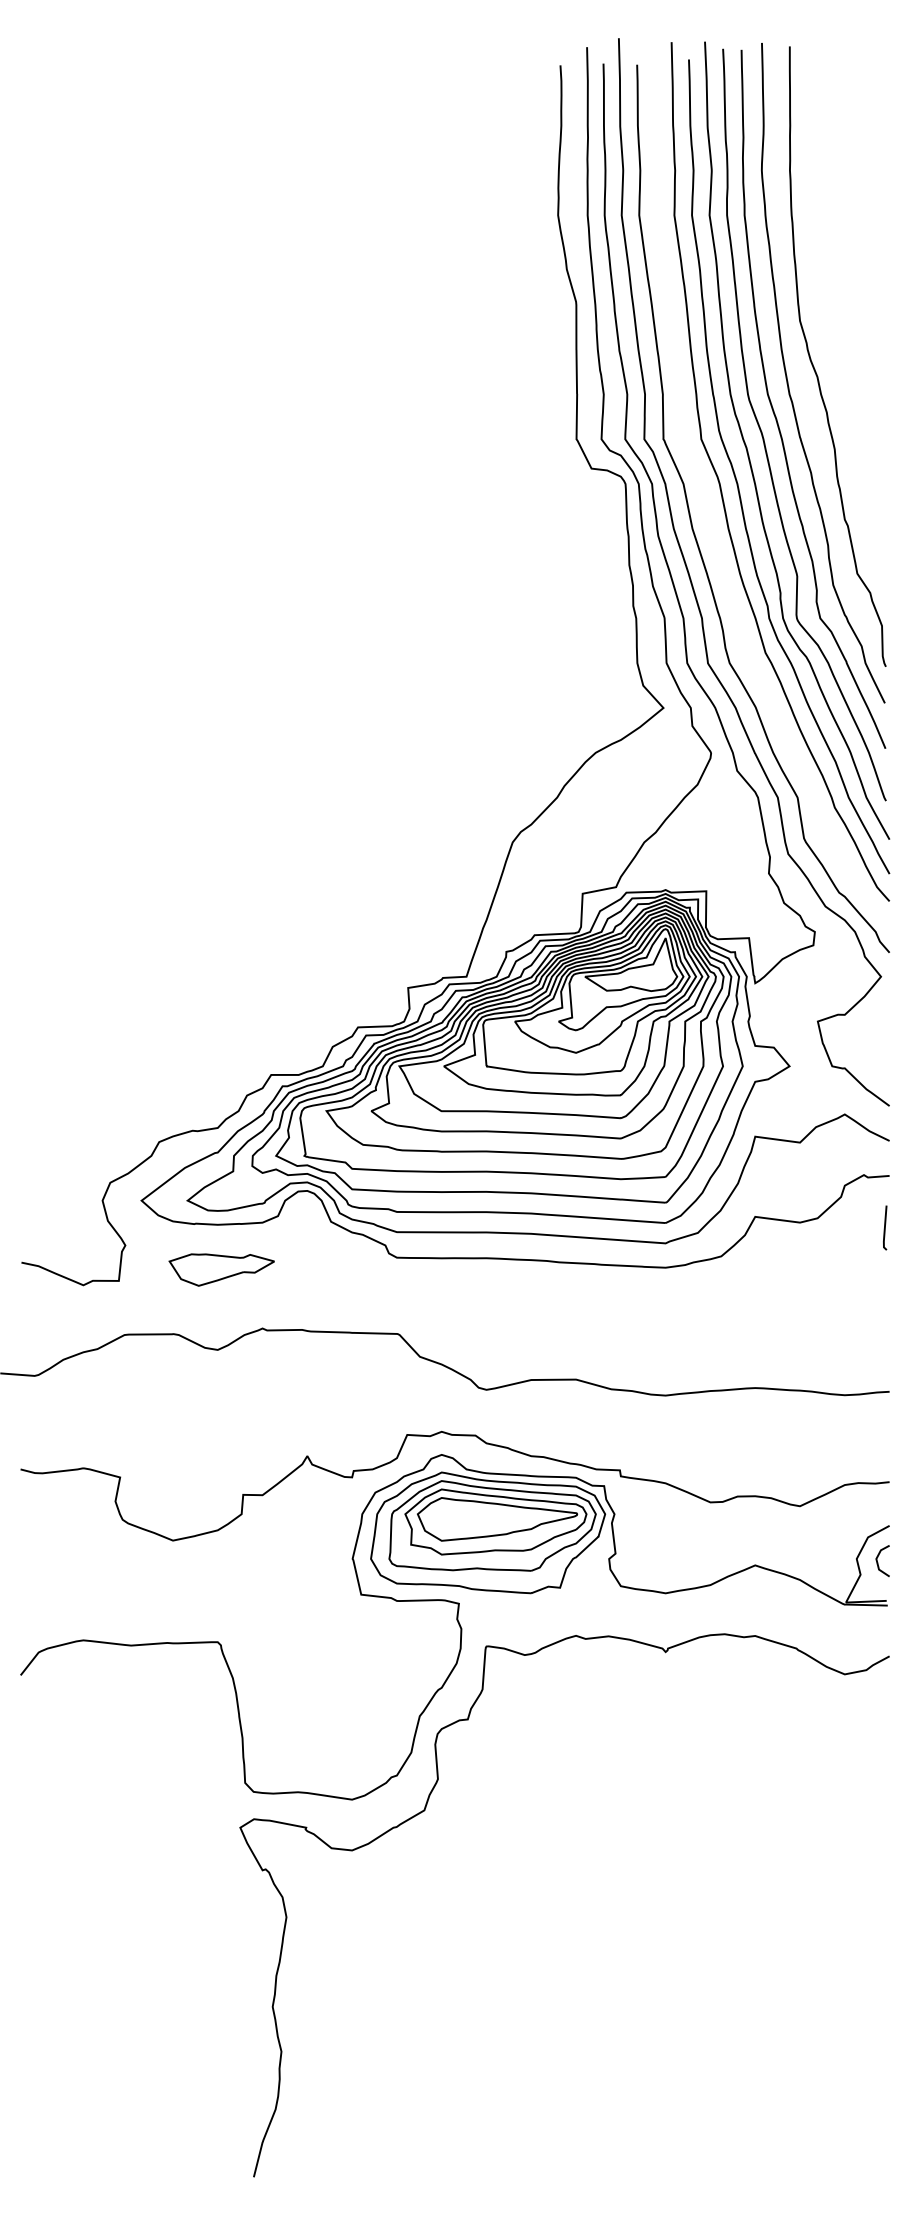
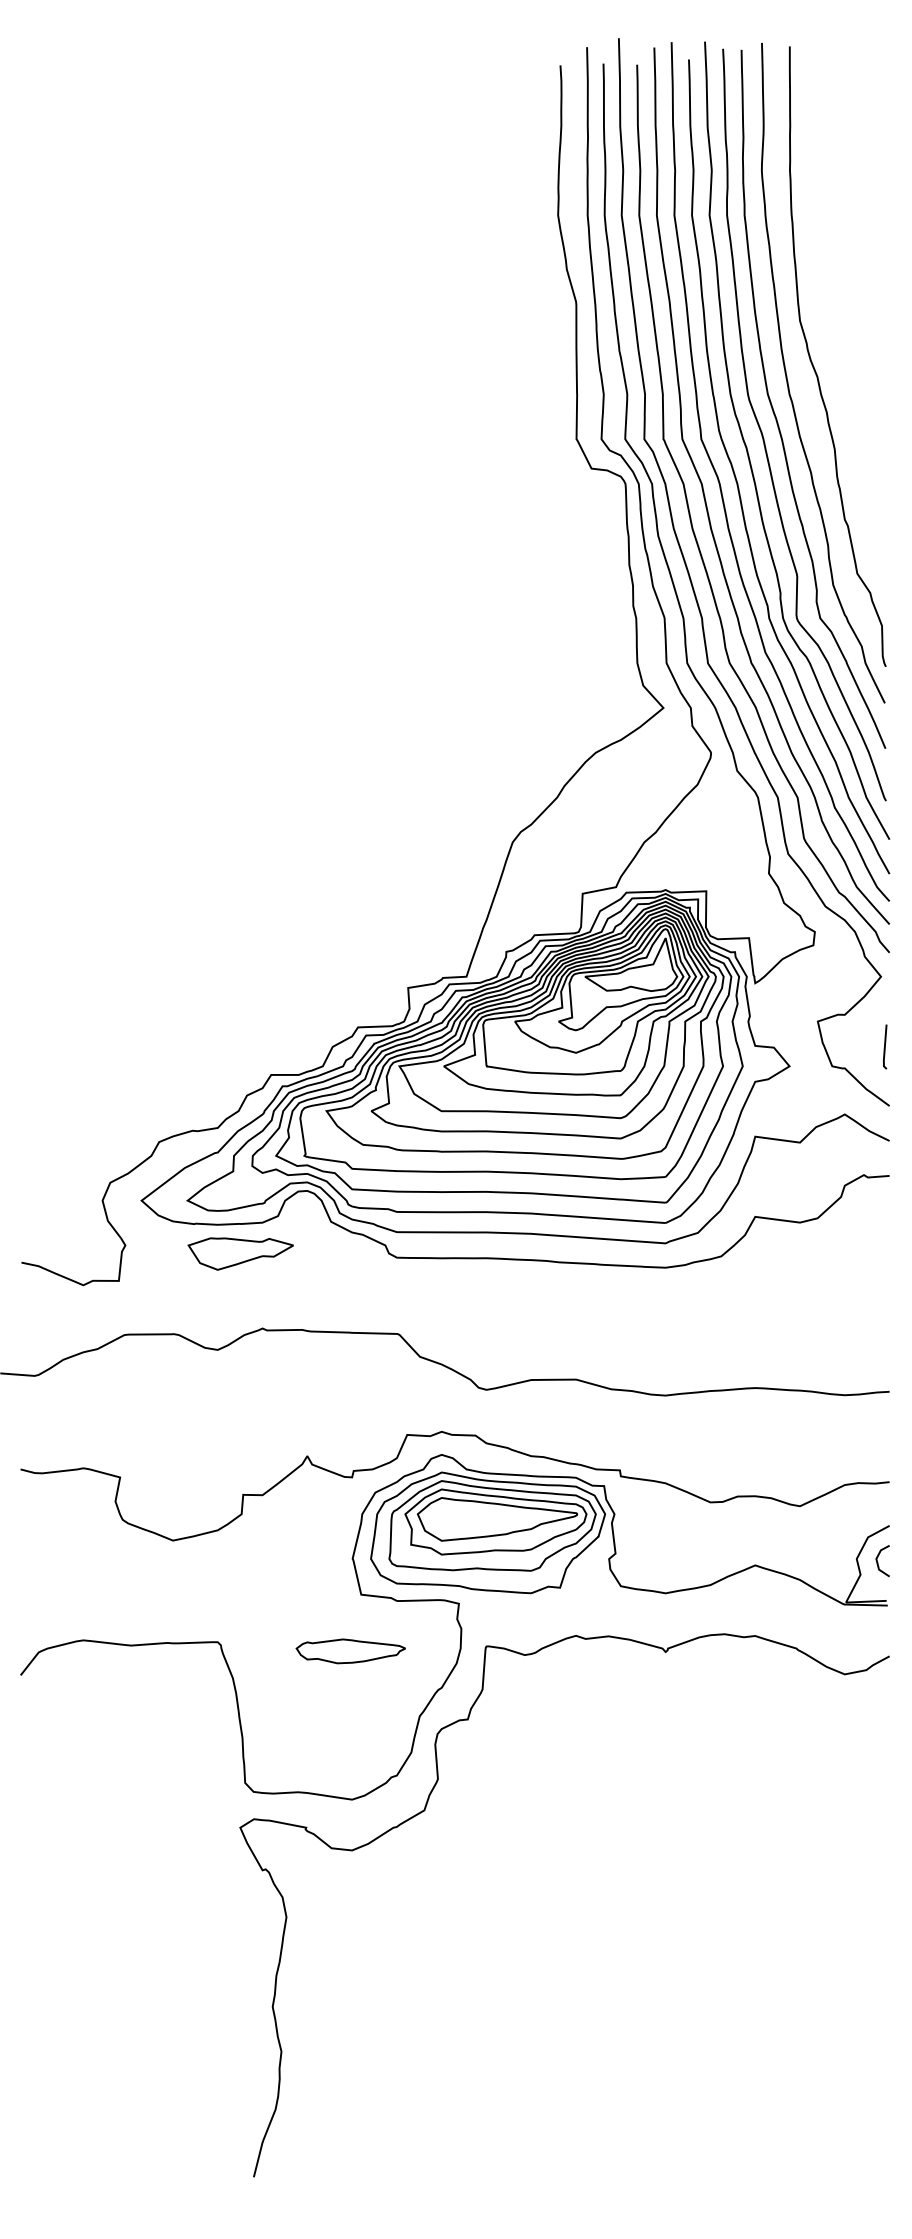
curve at (706, 500): none -> present
line at (885, 1227) position: (885, 1227) -> (885, 1046)
part at (221, 1269) position: (221, 1269) -> (240, 1253)
part at (350, 1651): none -> present
